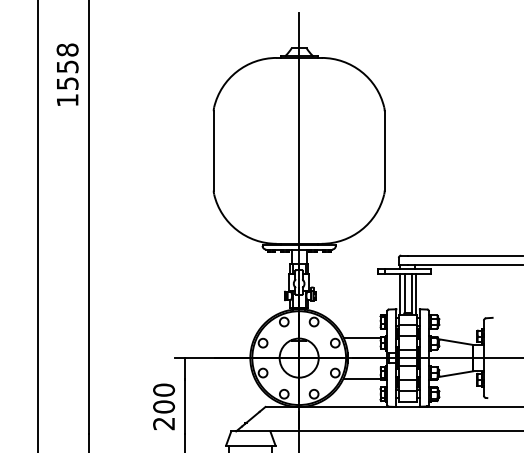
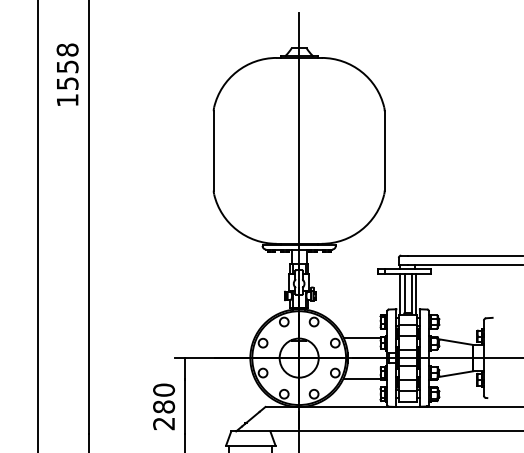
text at (163, 406): 200 -> 280
